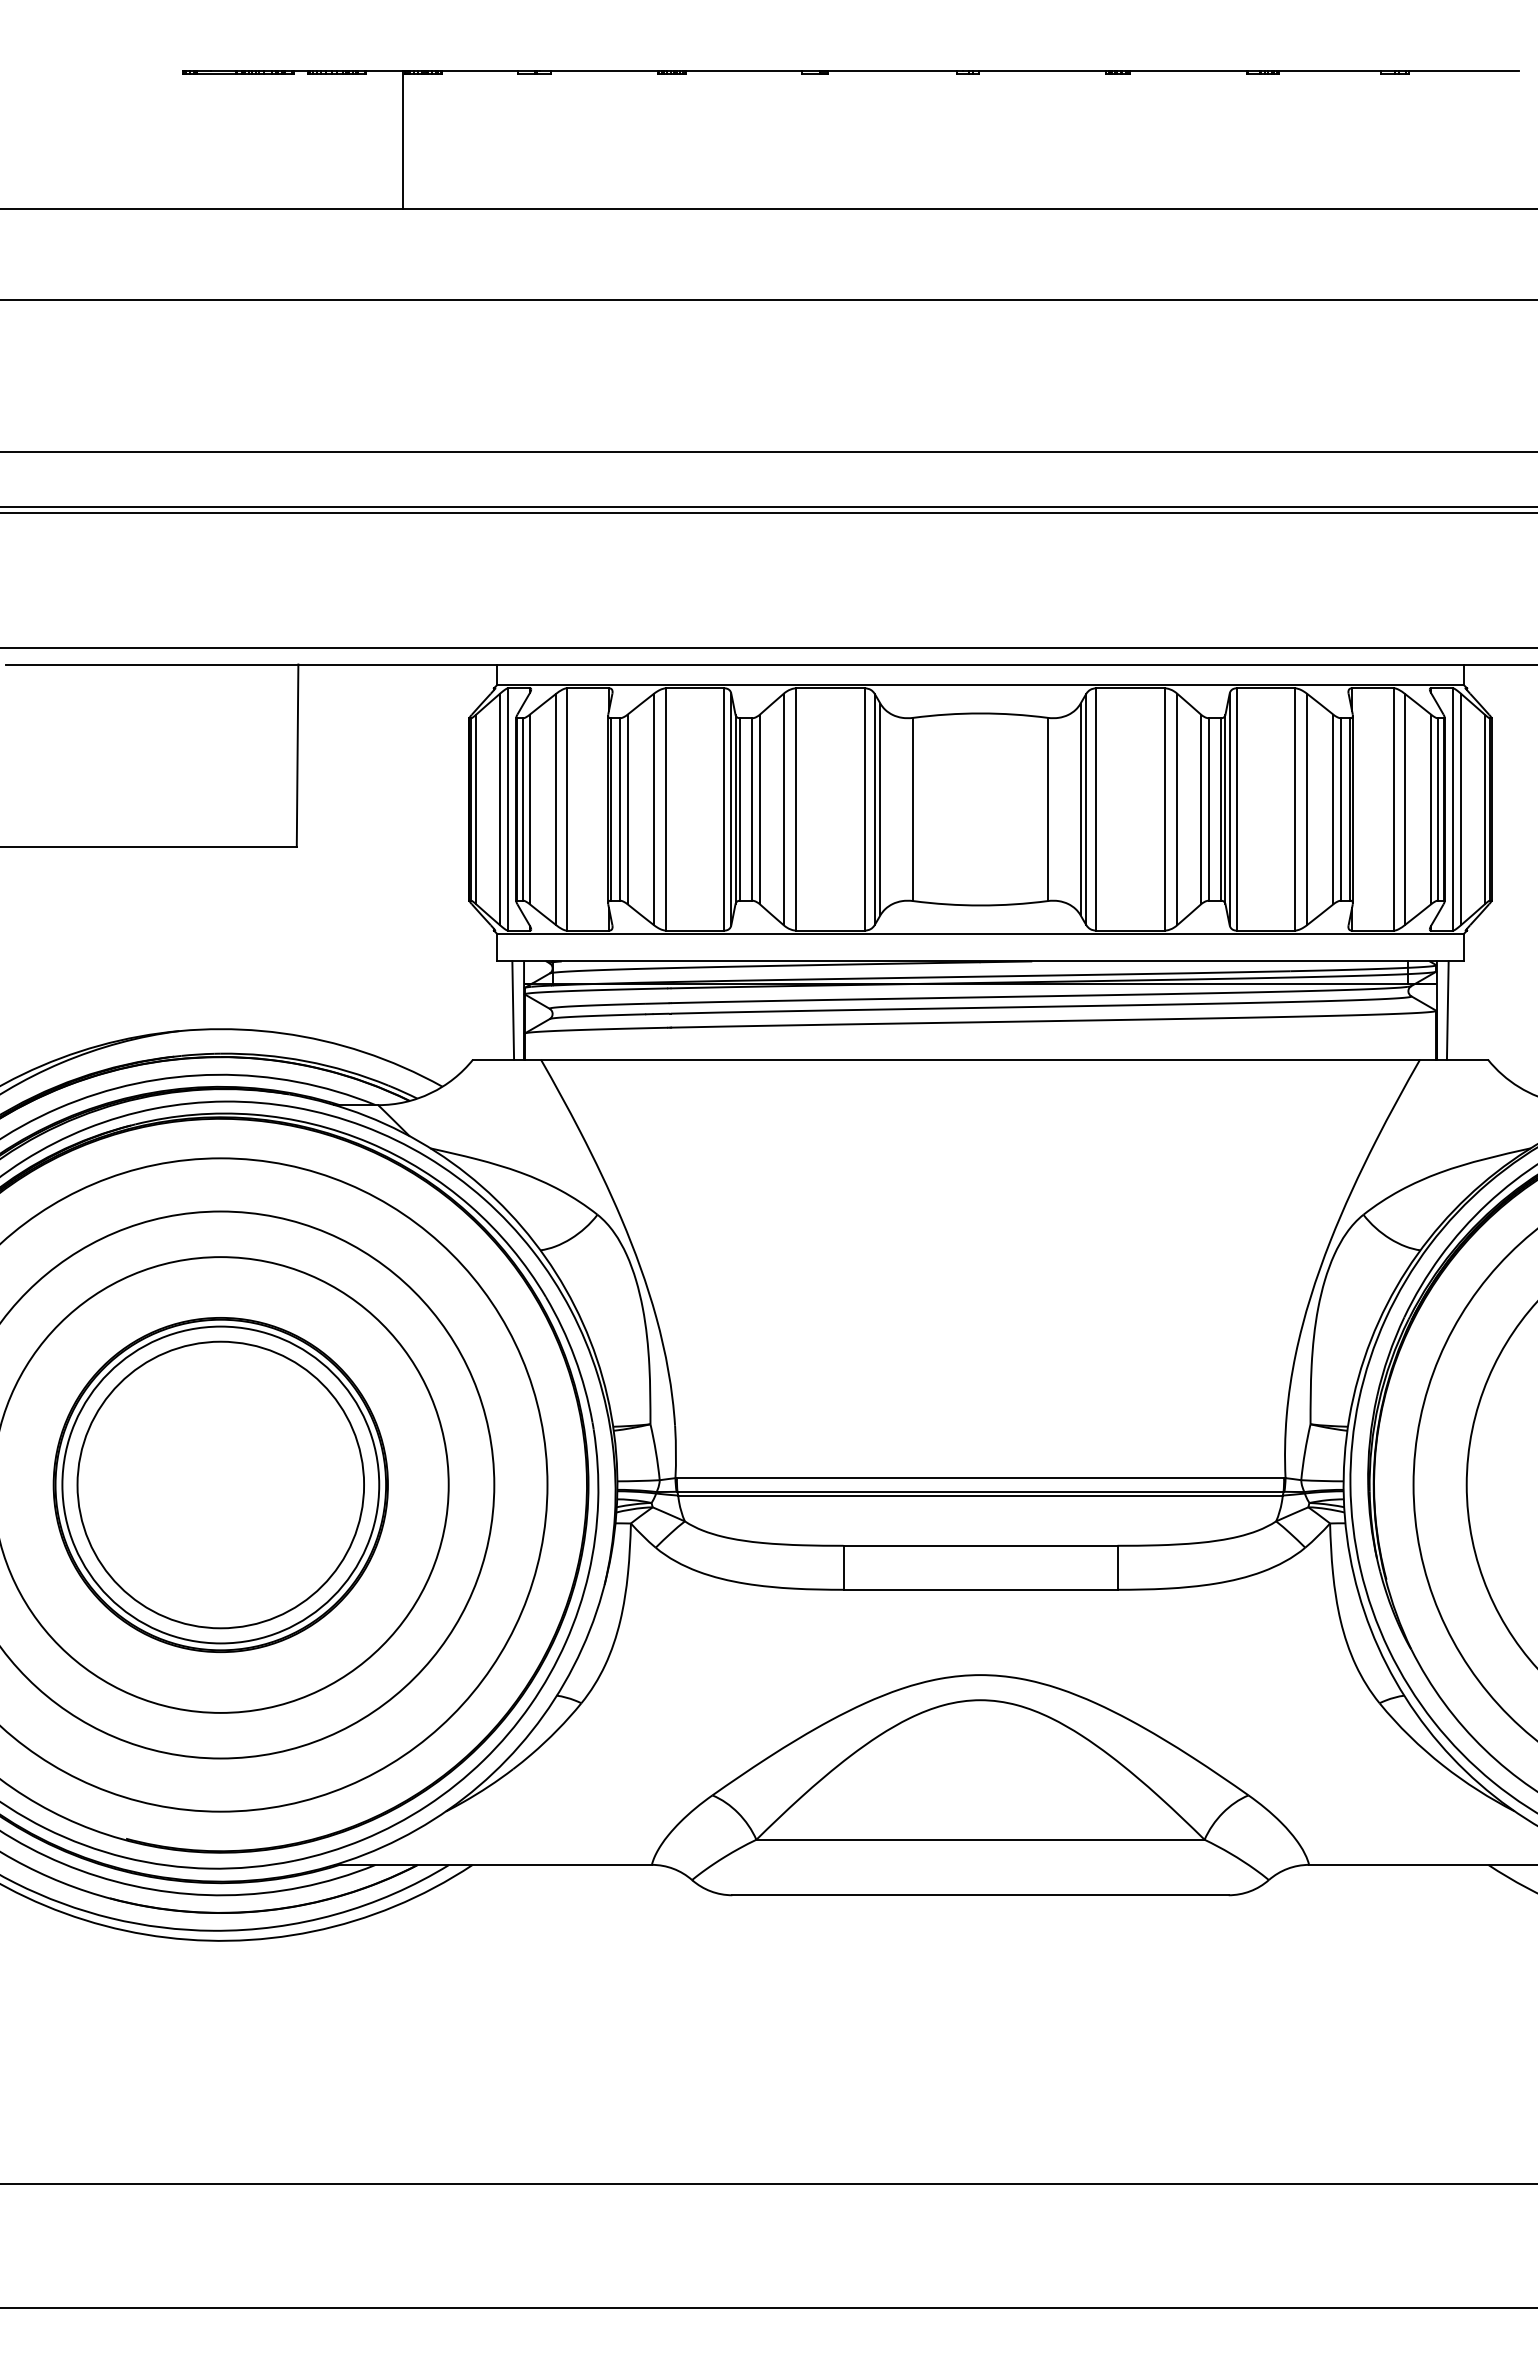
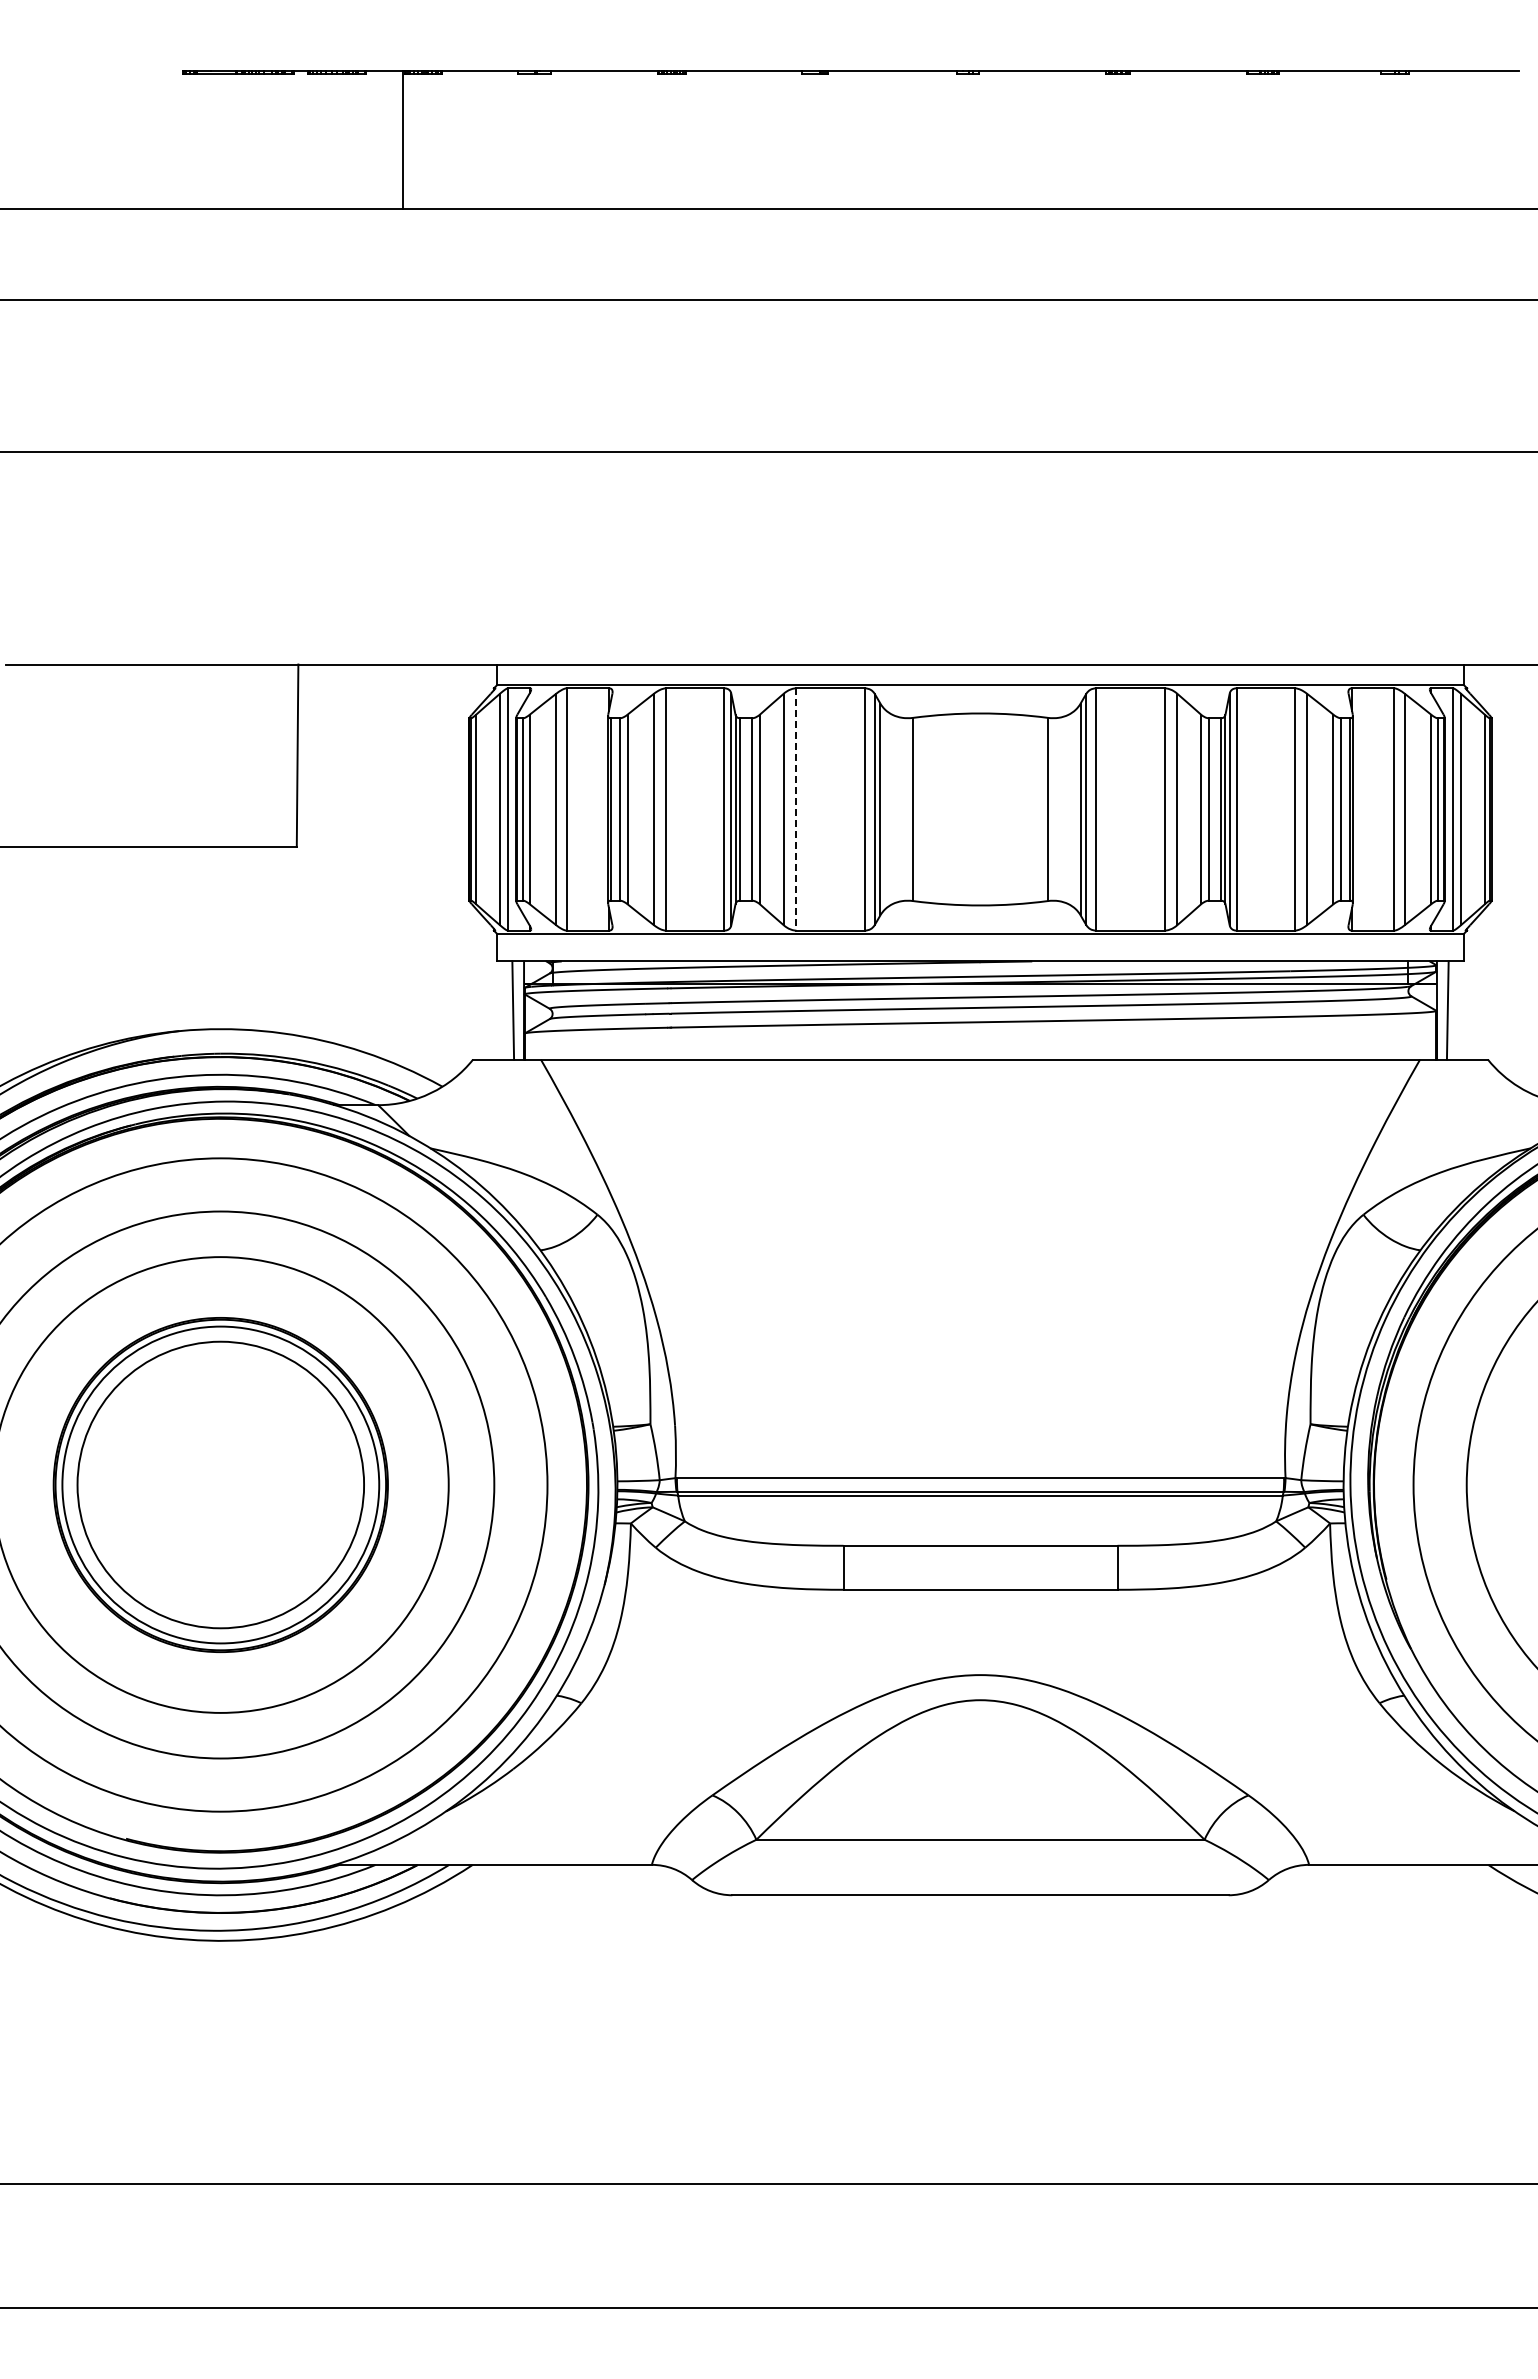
line at (768, 506): present -> none
line at (768, 512): present -> none
line at (768, 648): present -> none
line at (796, 809): solid -> dashed
